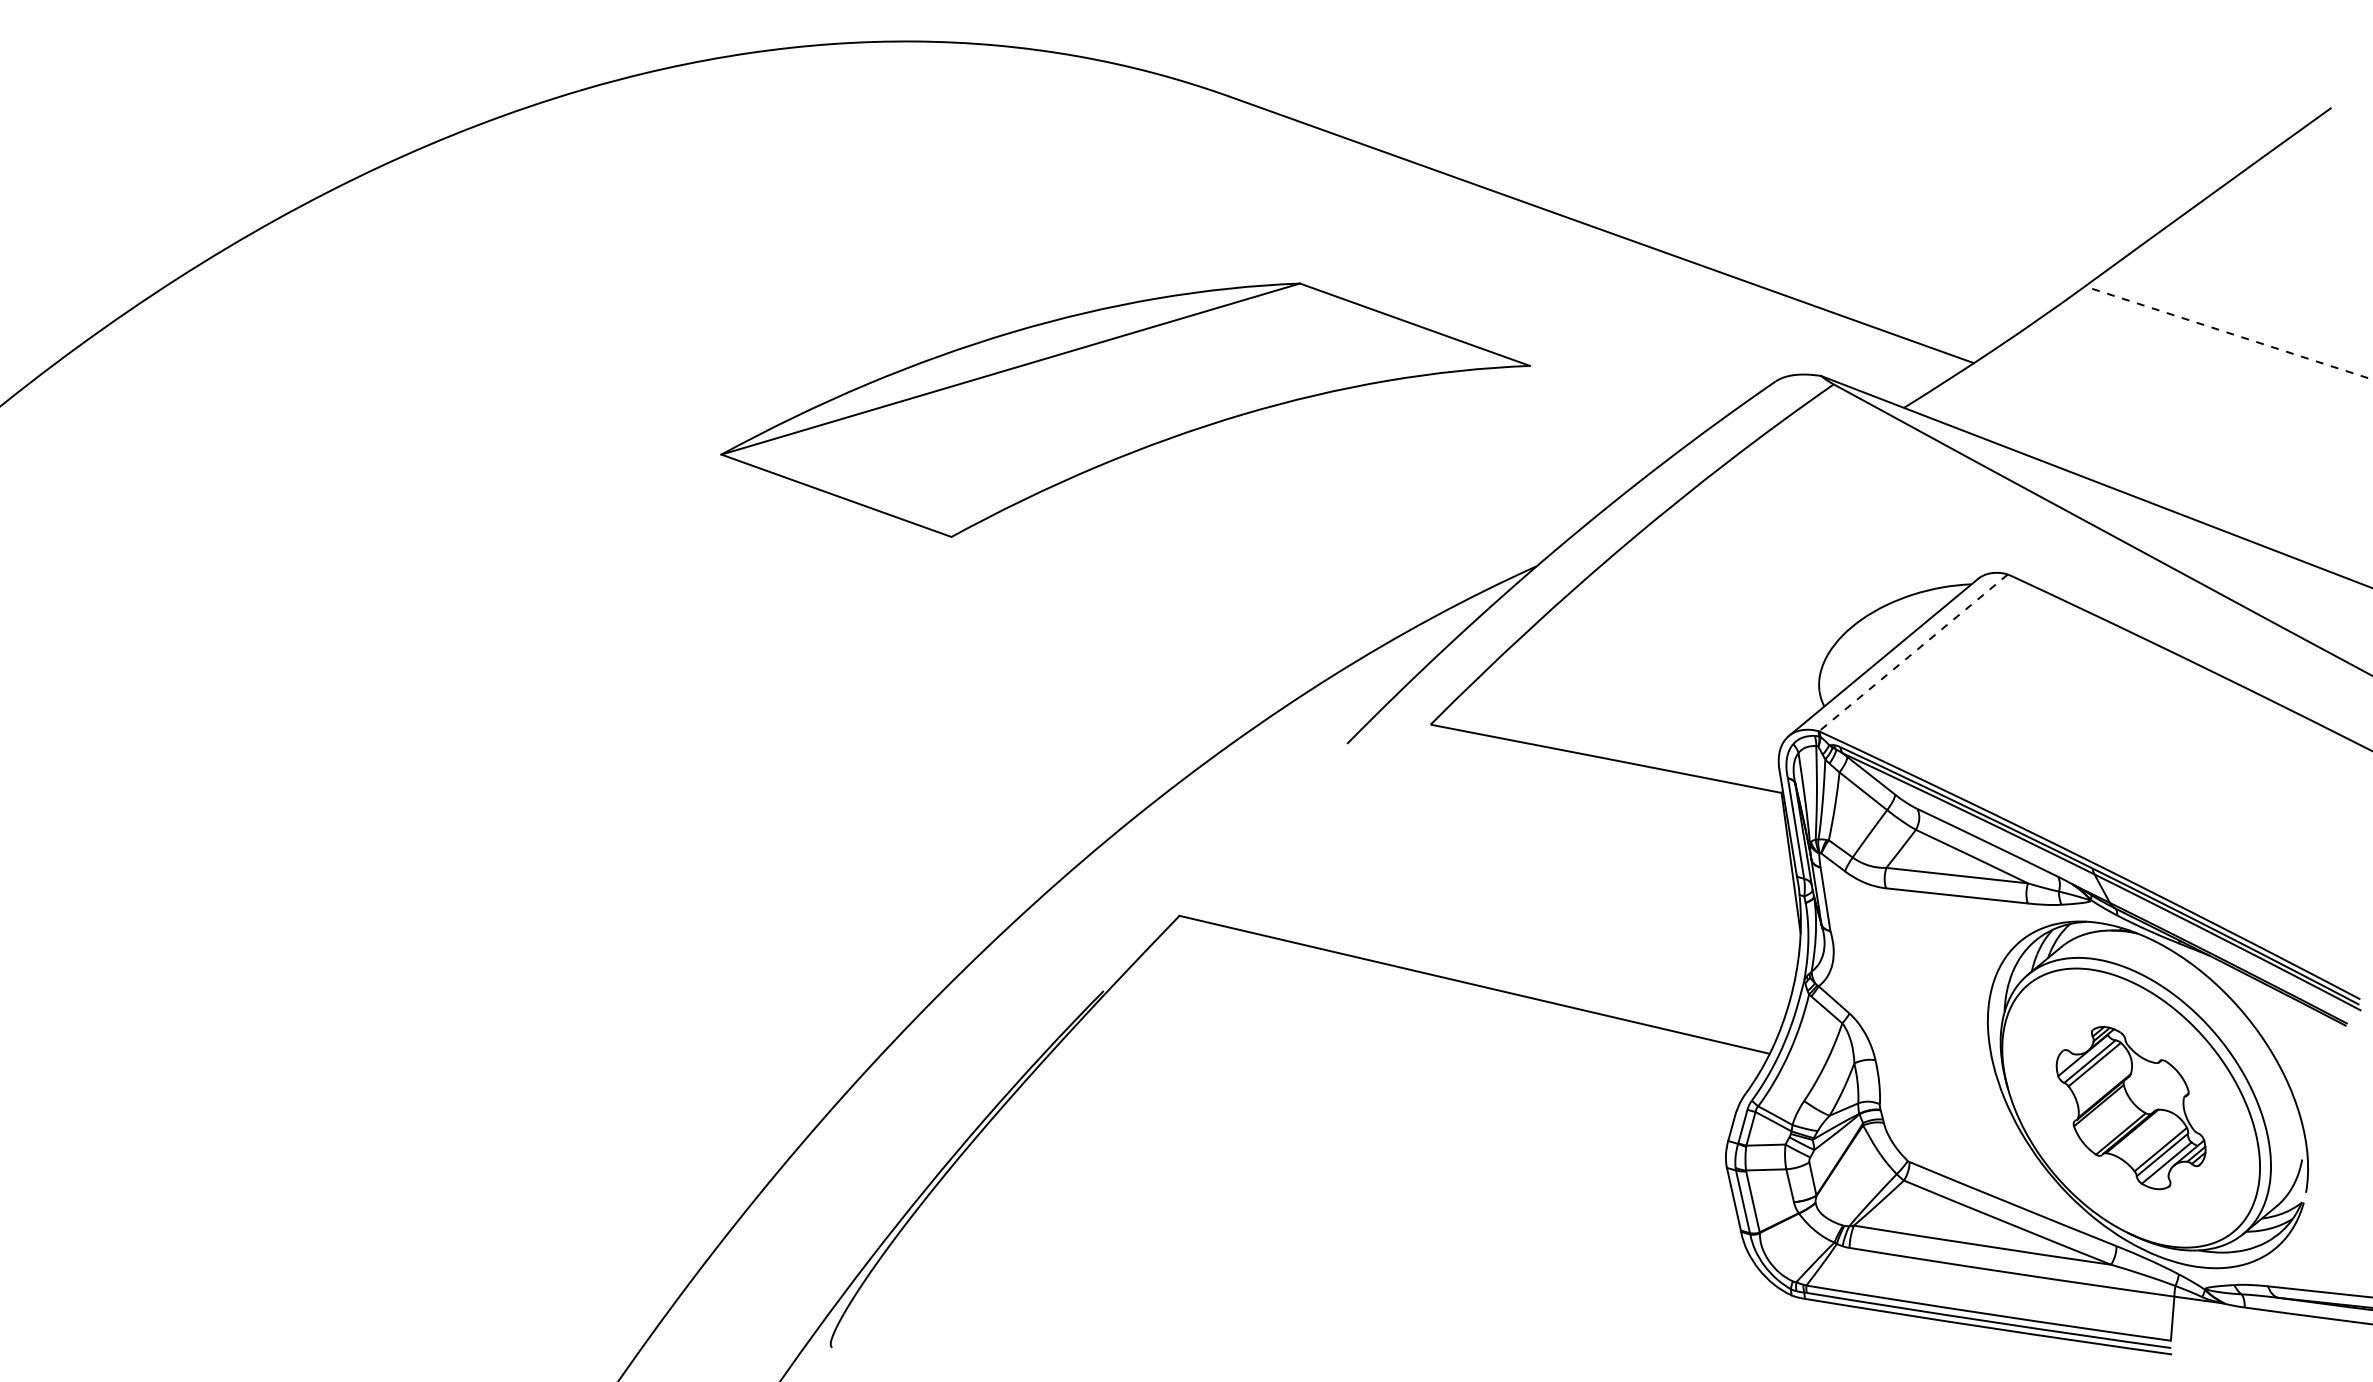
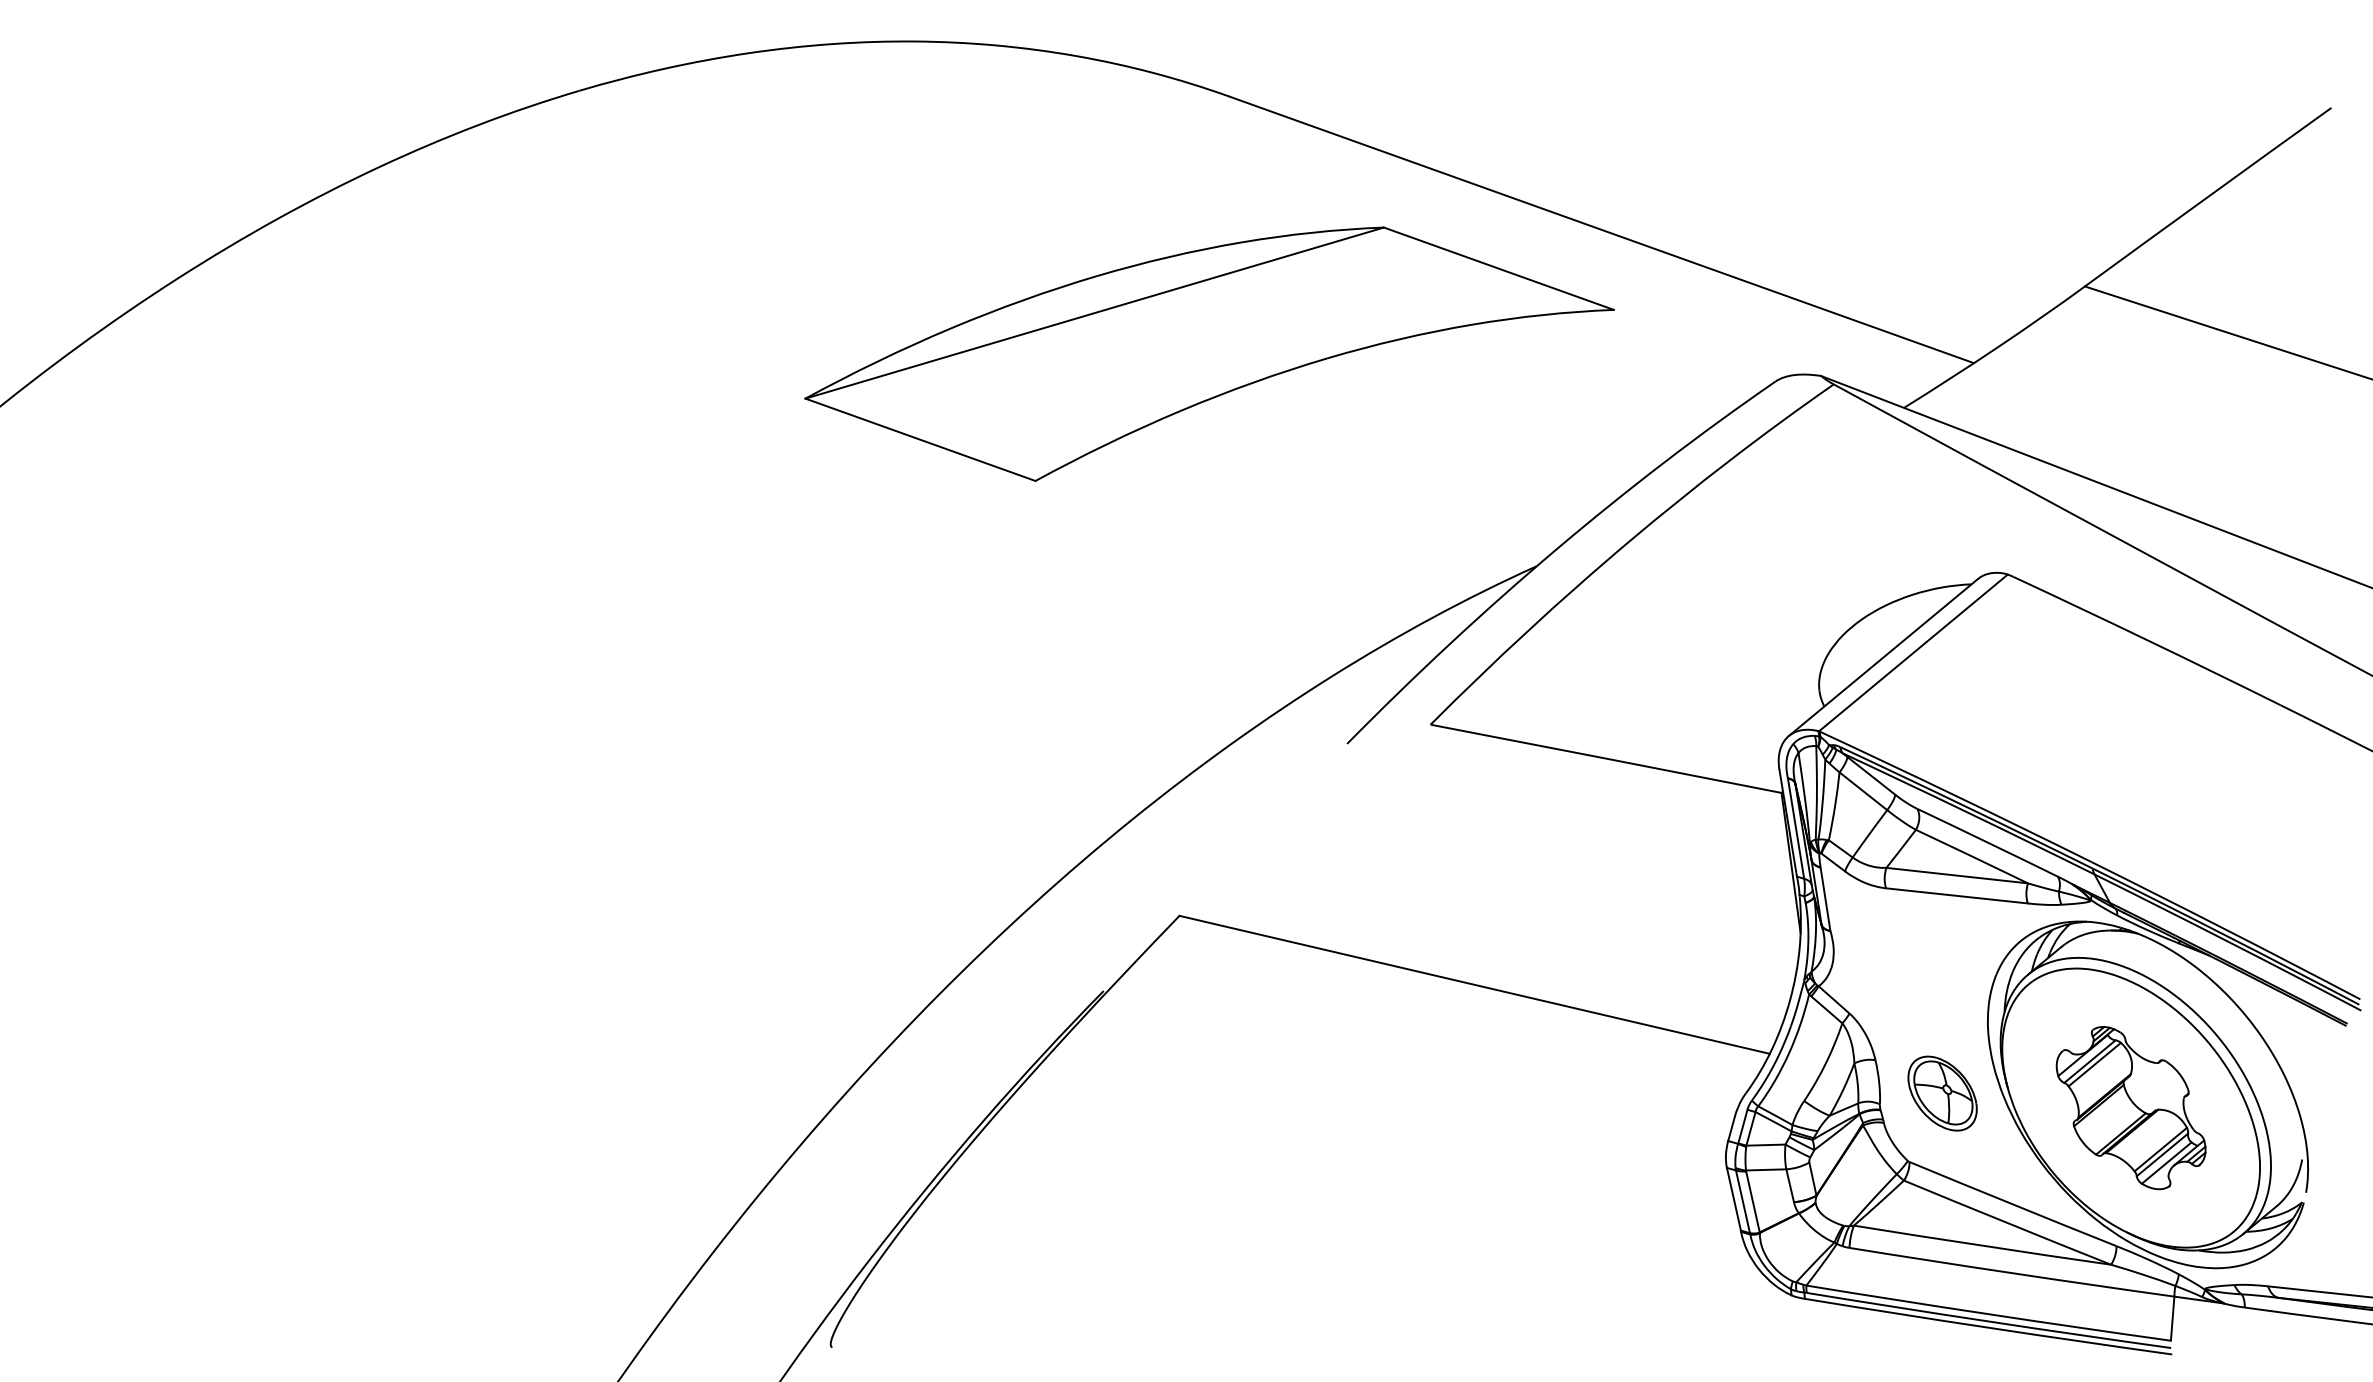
line at (2228, 332): dashed -> solid
part at (1125, 409) position: (1125, 409) -> (1209, 353)
line at (1913, 652): dashed -> solid
part at (1942, 1093): none -> present
